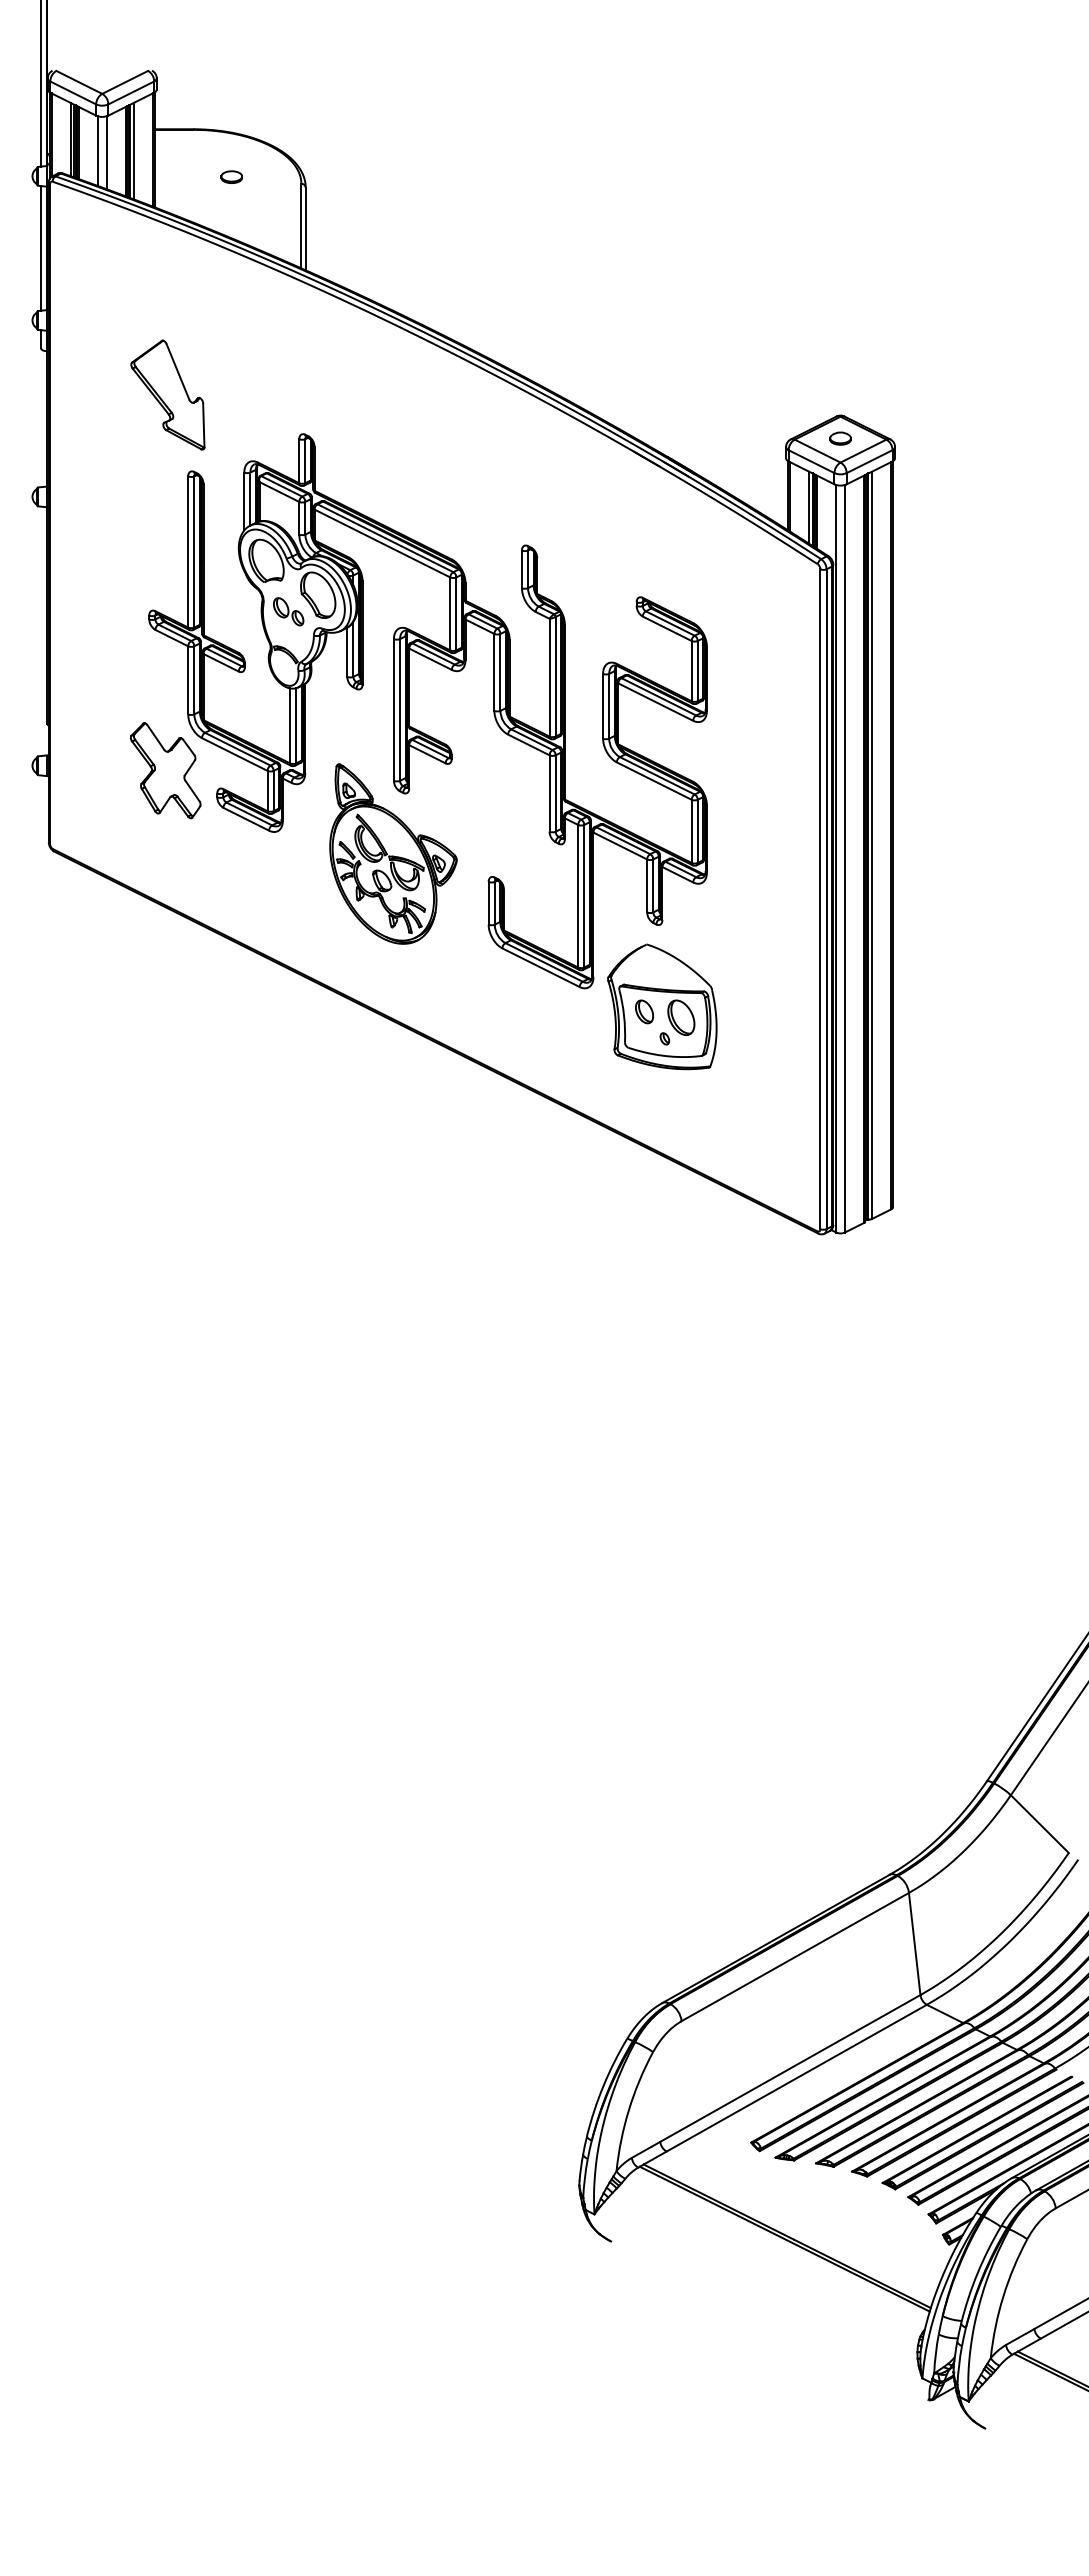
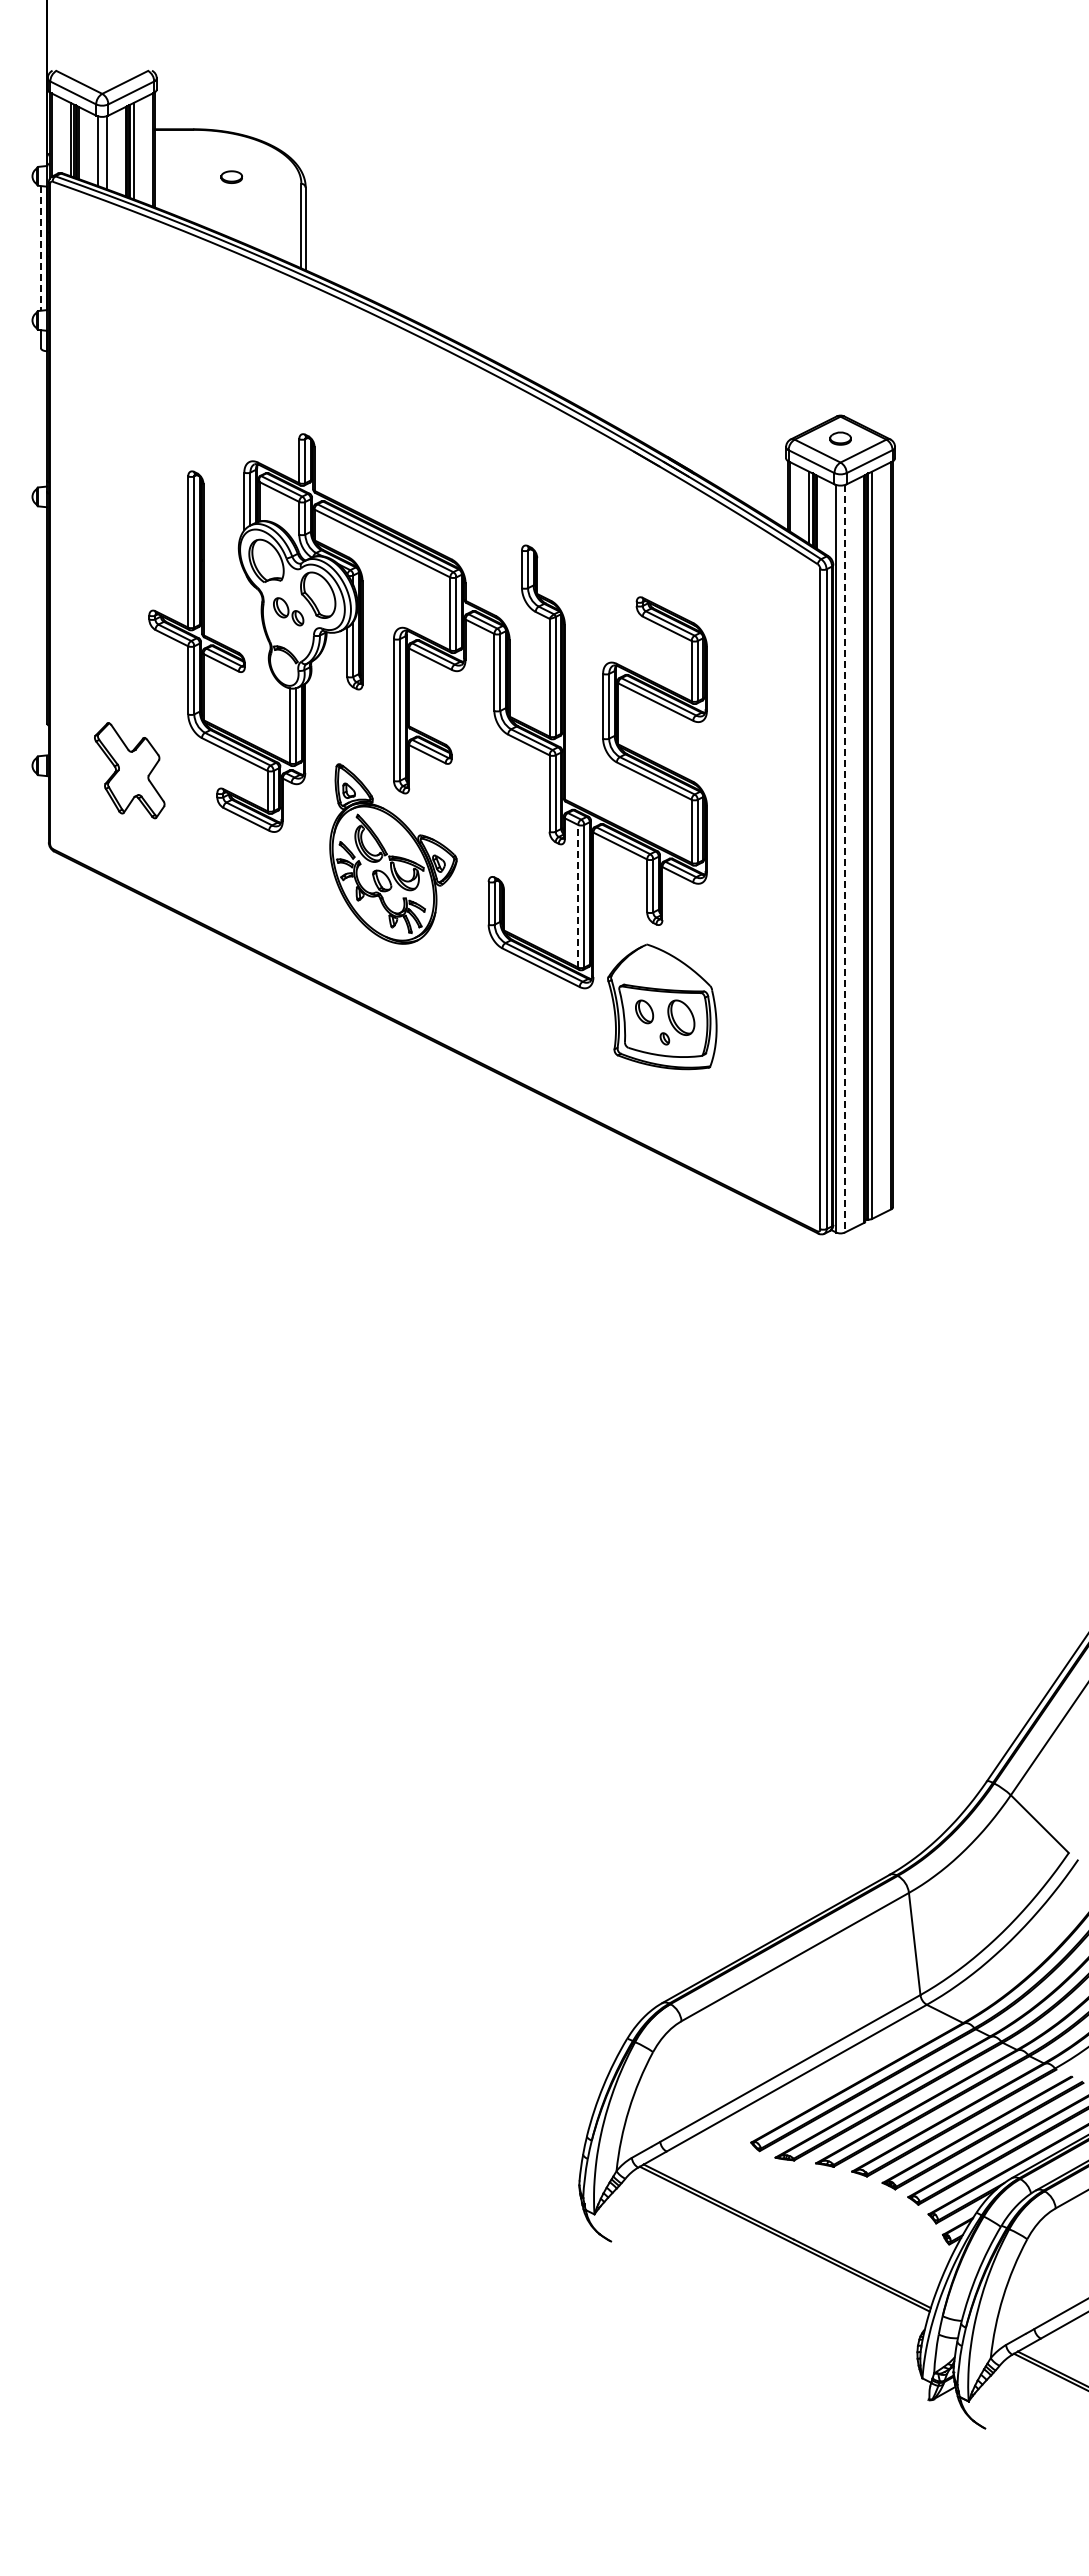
line at (41, 84): present -> none
line at (41, 248): solid -> dashed
part at (167, 394): present -> none
part at (165, 770) position: (165, 770) -> (129, 770)
line at (844, 858): solid -> dashed
line at (578, 895): solid -> dashed
